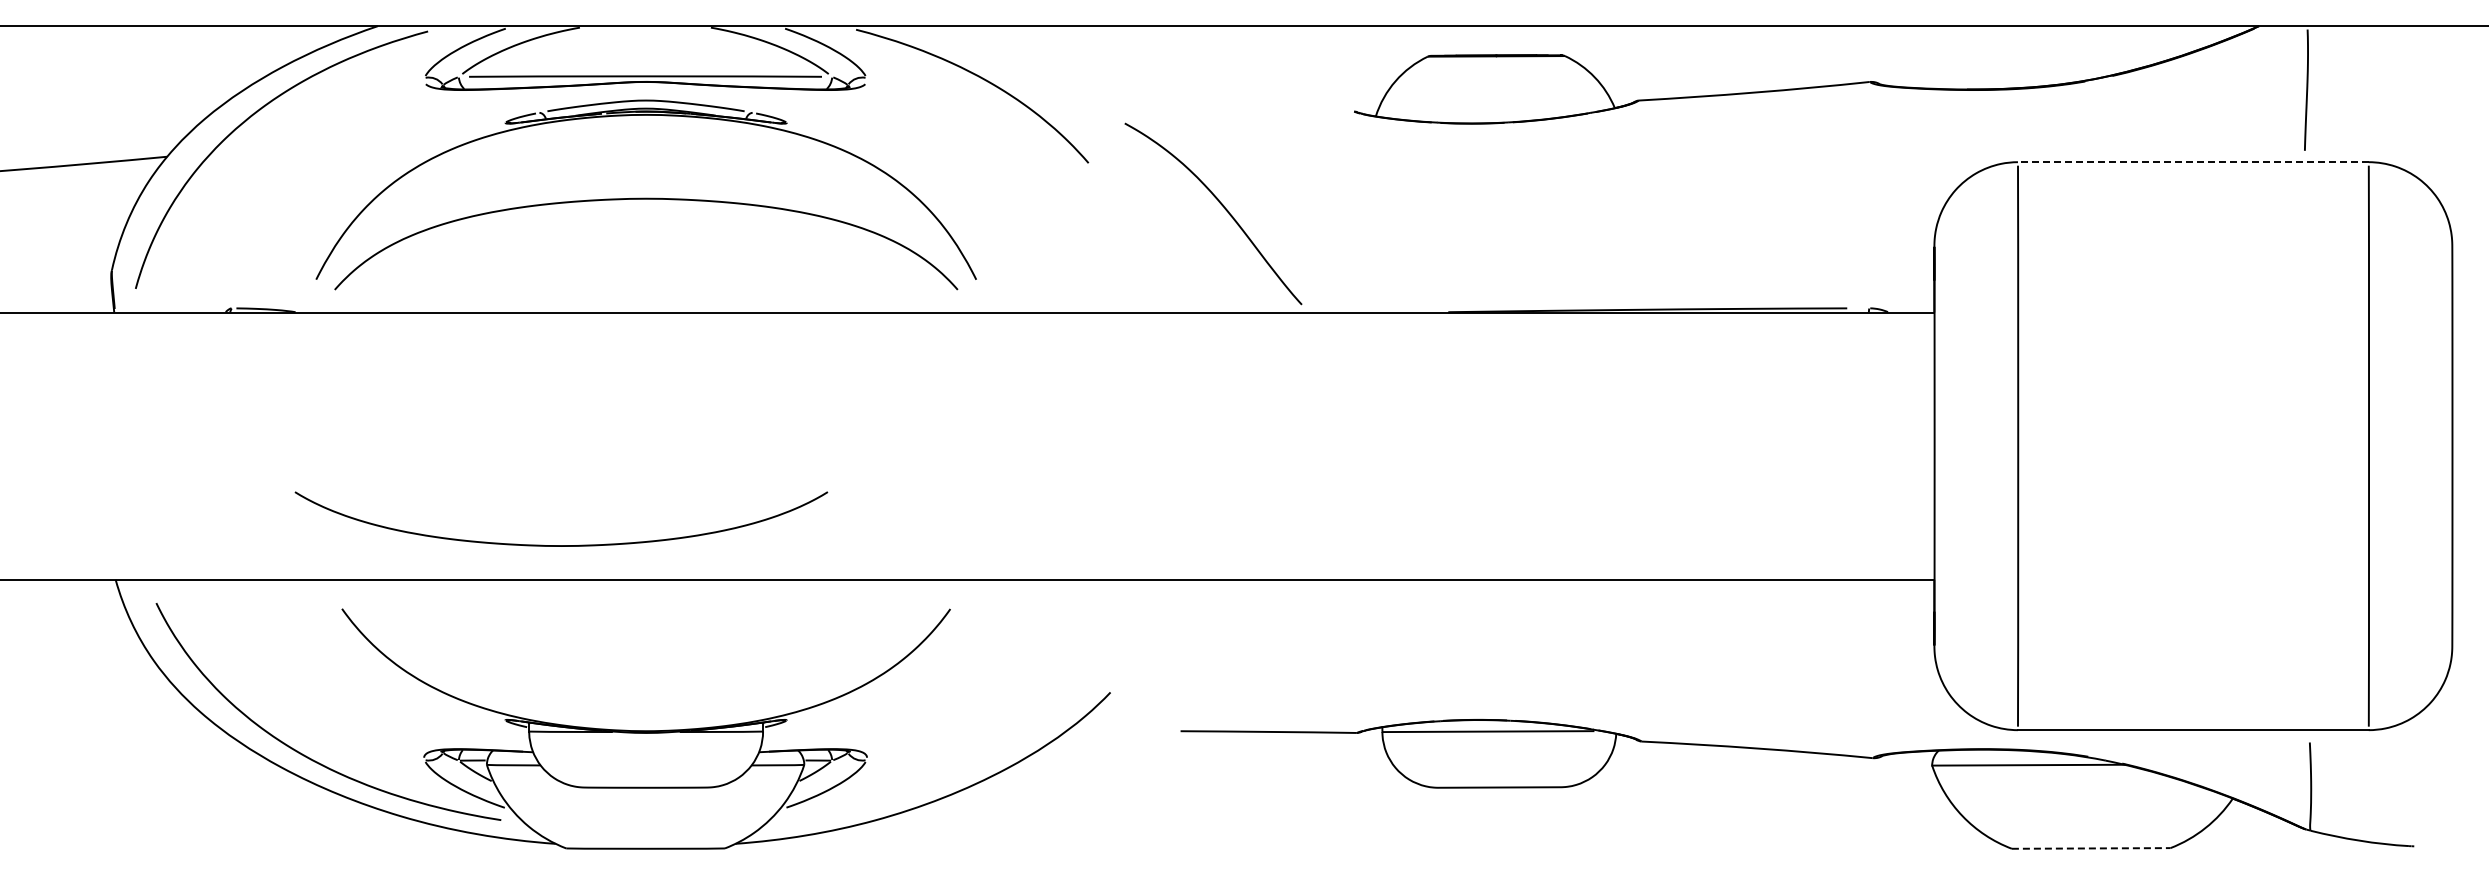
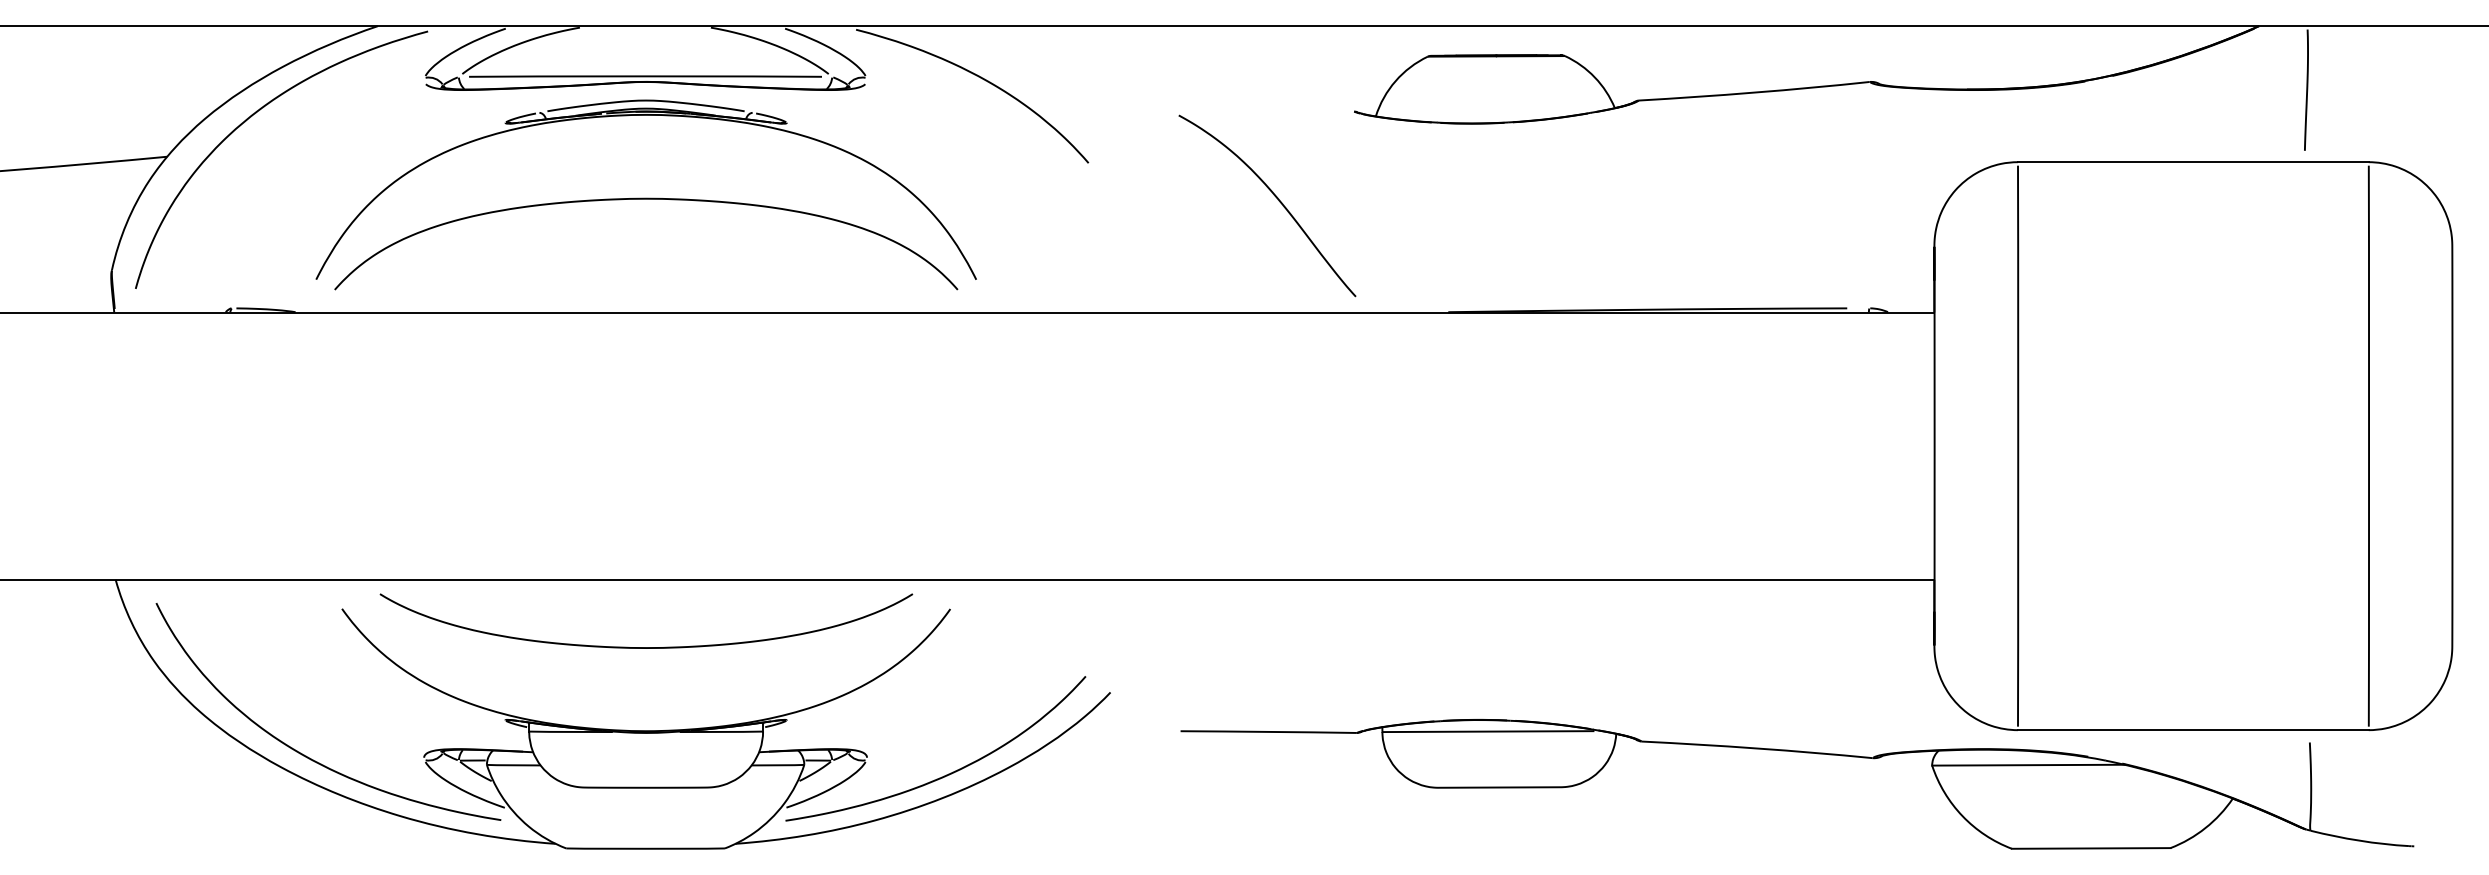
line at (2192, 162): dashed -> solid
curve at (1221, 205) position: (1221, 205) -> (1275, 197)
curve at (561, 545) position: (561, 545) -> (646, 647)
curve at (948, 773): none -> present
line at (2091, 848): dashed -> solid
